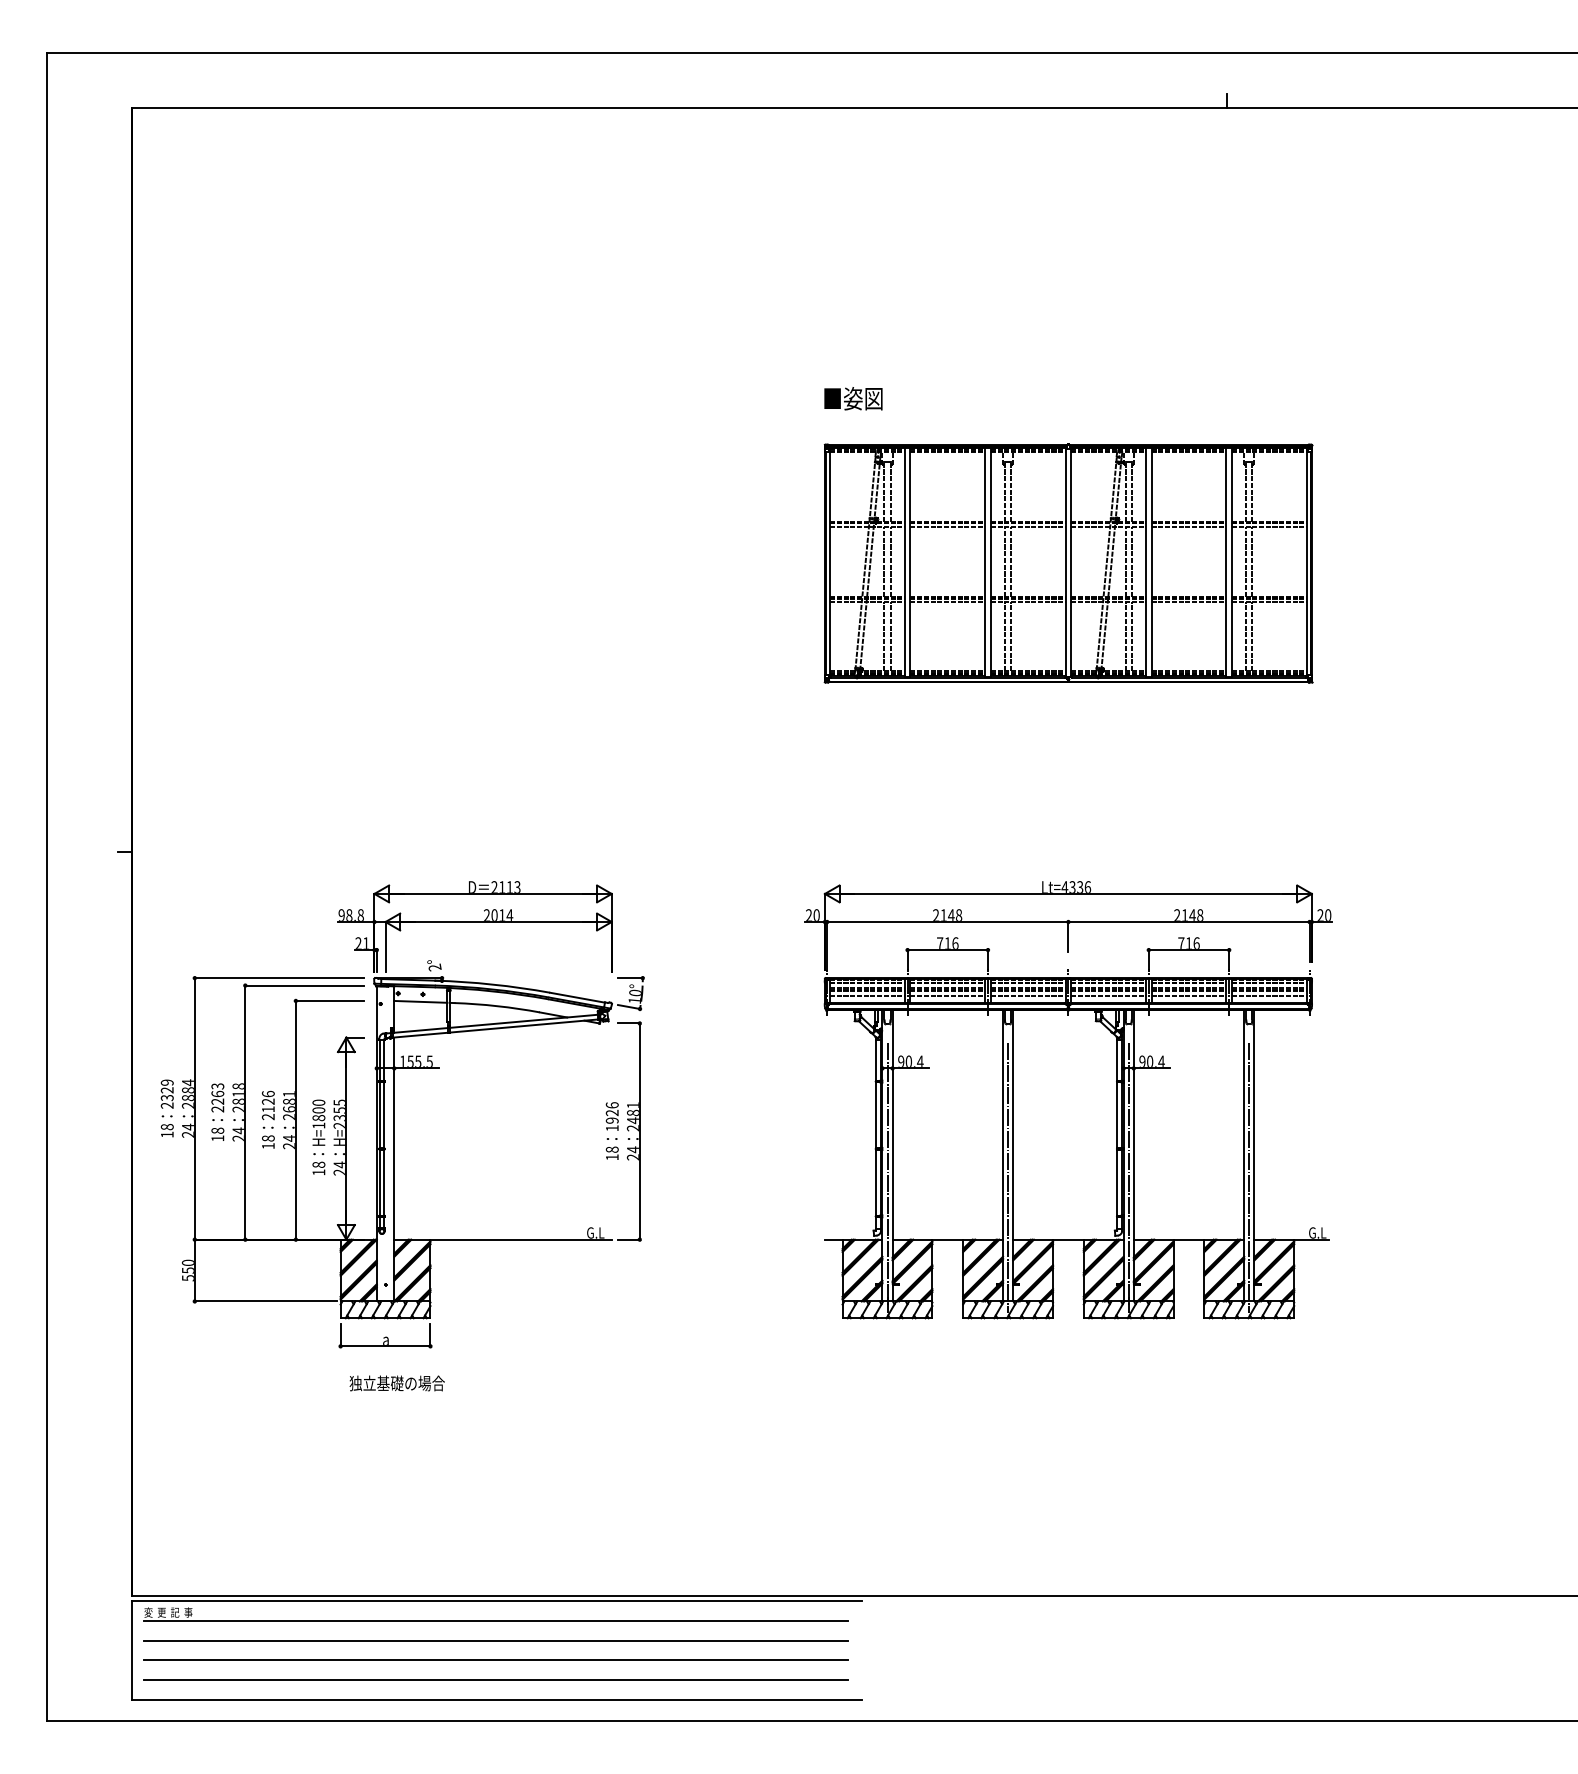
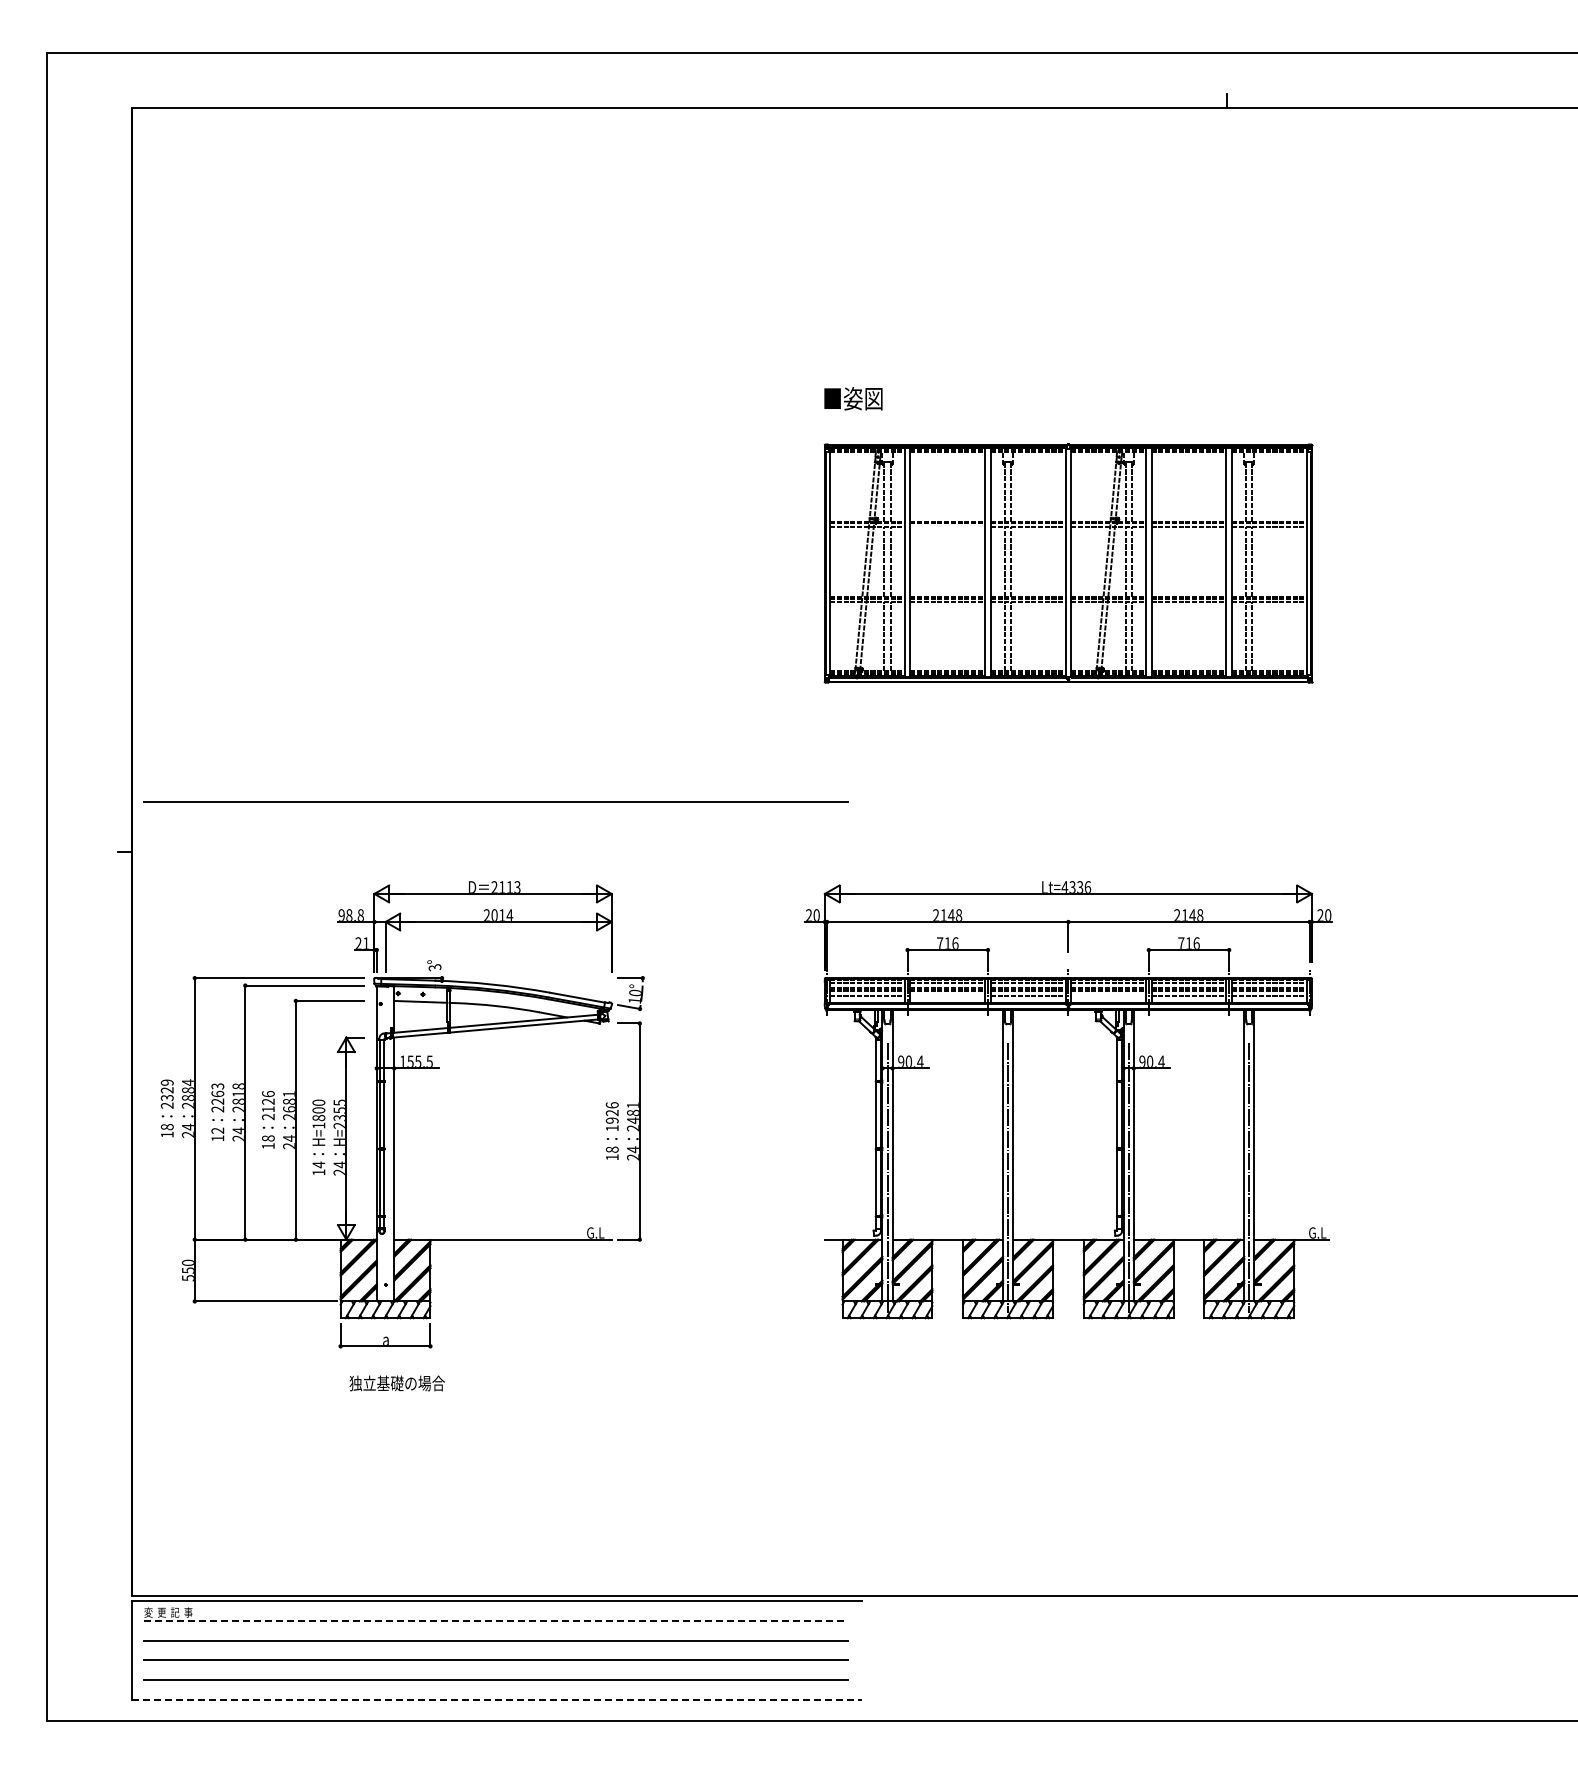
line at (947, 526): present -> none
line at (495, 801): none -> present
text at (435, 967): 2° -> 3°
line at (947, 995): present -> none
line at (1108, 995): present -> none
text at (217, 1130): 18 -> 12
text at (318, 1164): 18 -> 14
line at (495, 1621): solid -> dashed
line at (496, 1699): solid -> dashed
